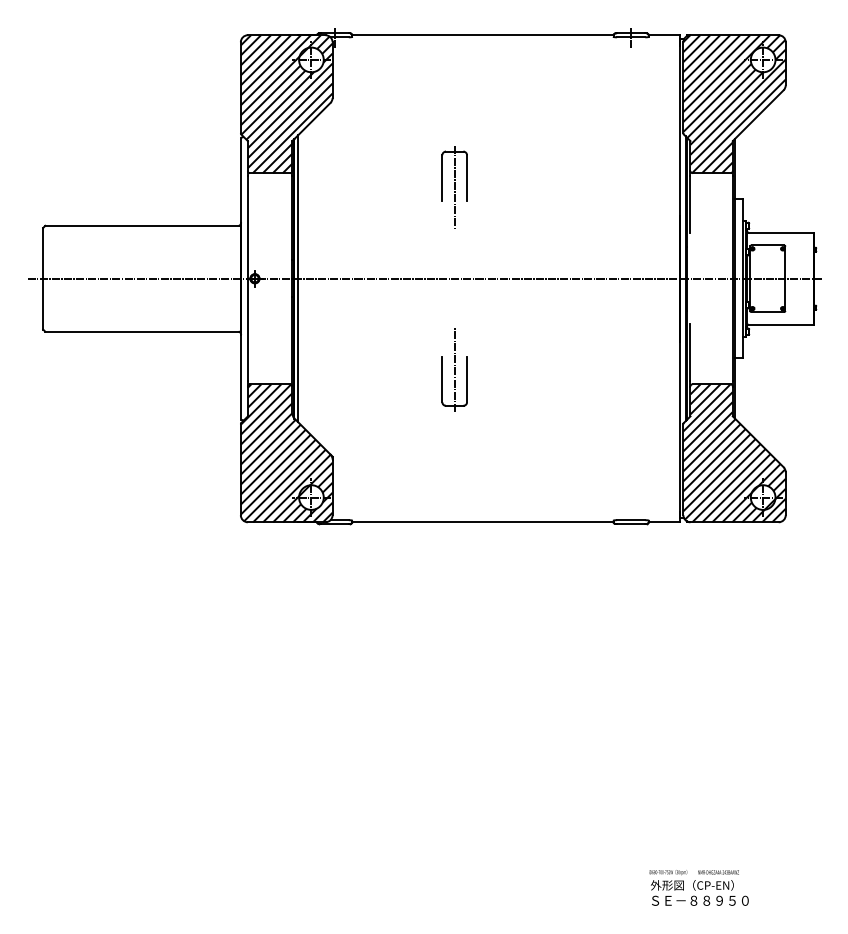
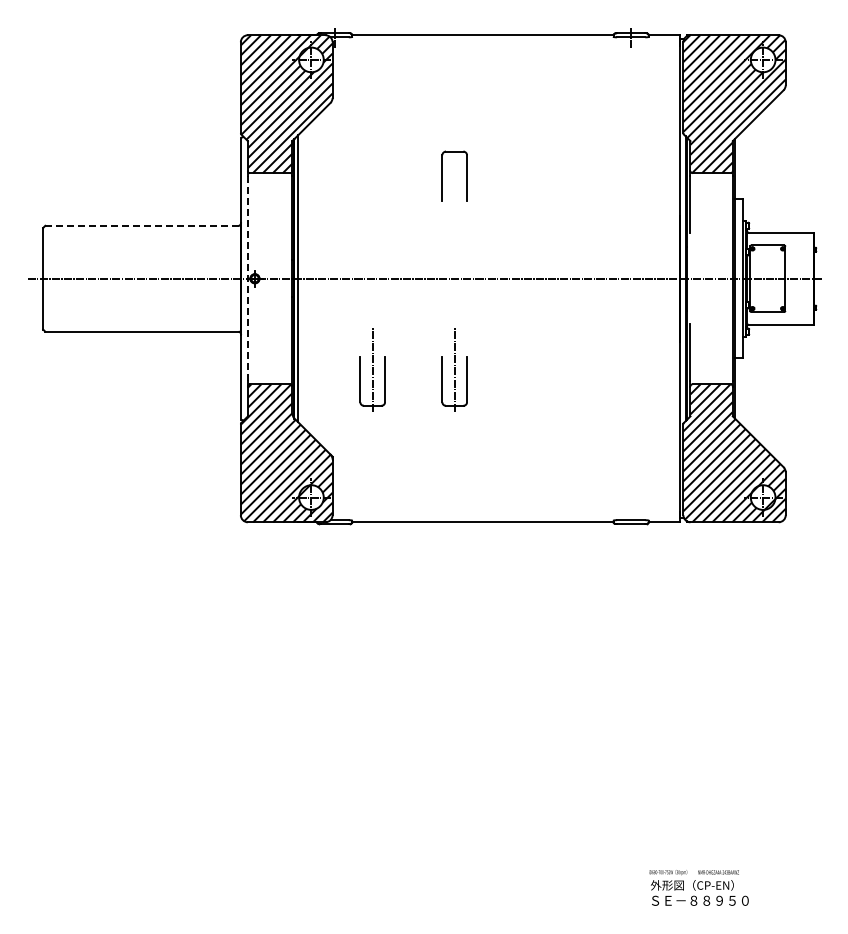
line at (454, 187): present -> none
line at (142, 225): solid -> dashed
line at (247, 278): solid -> dashed
part at (372, 369): none -> present
